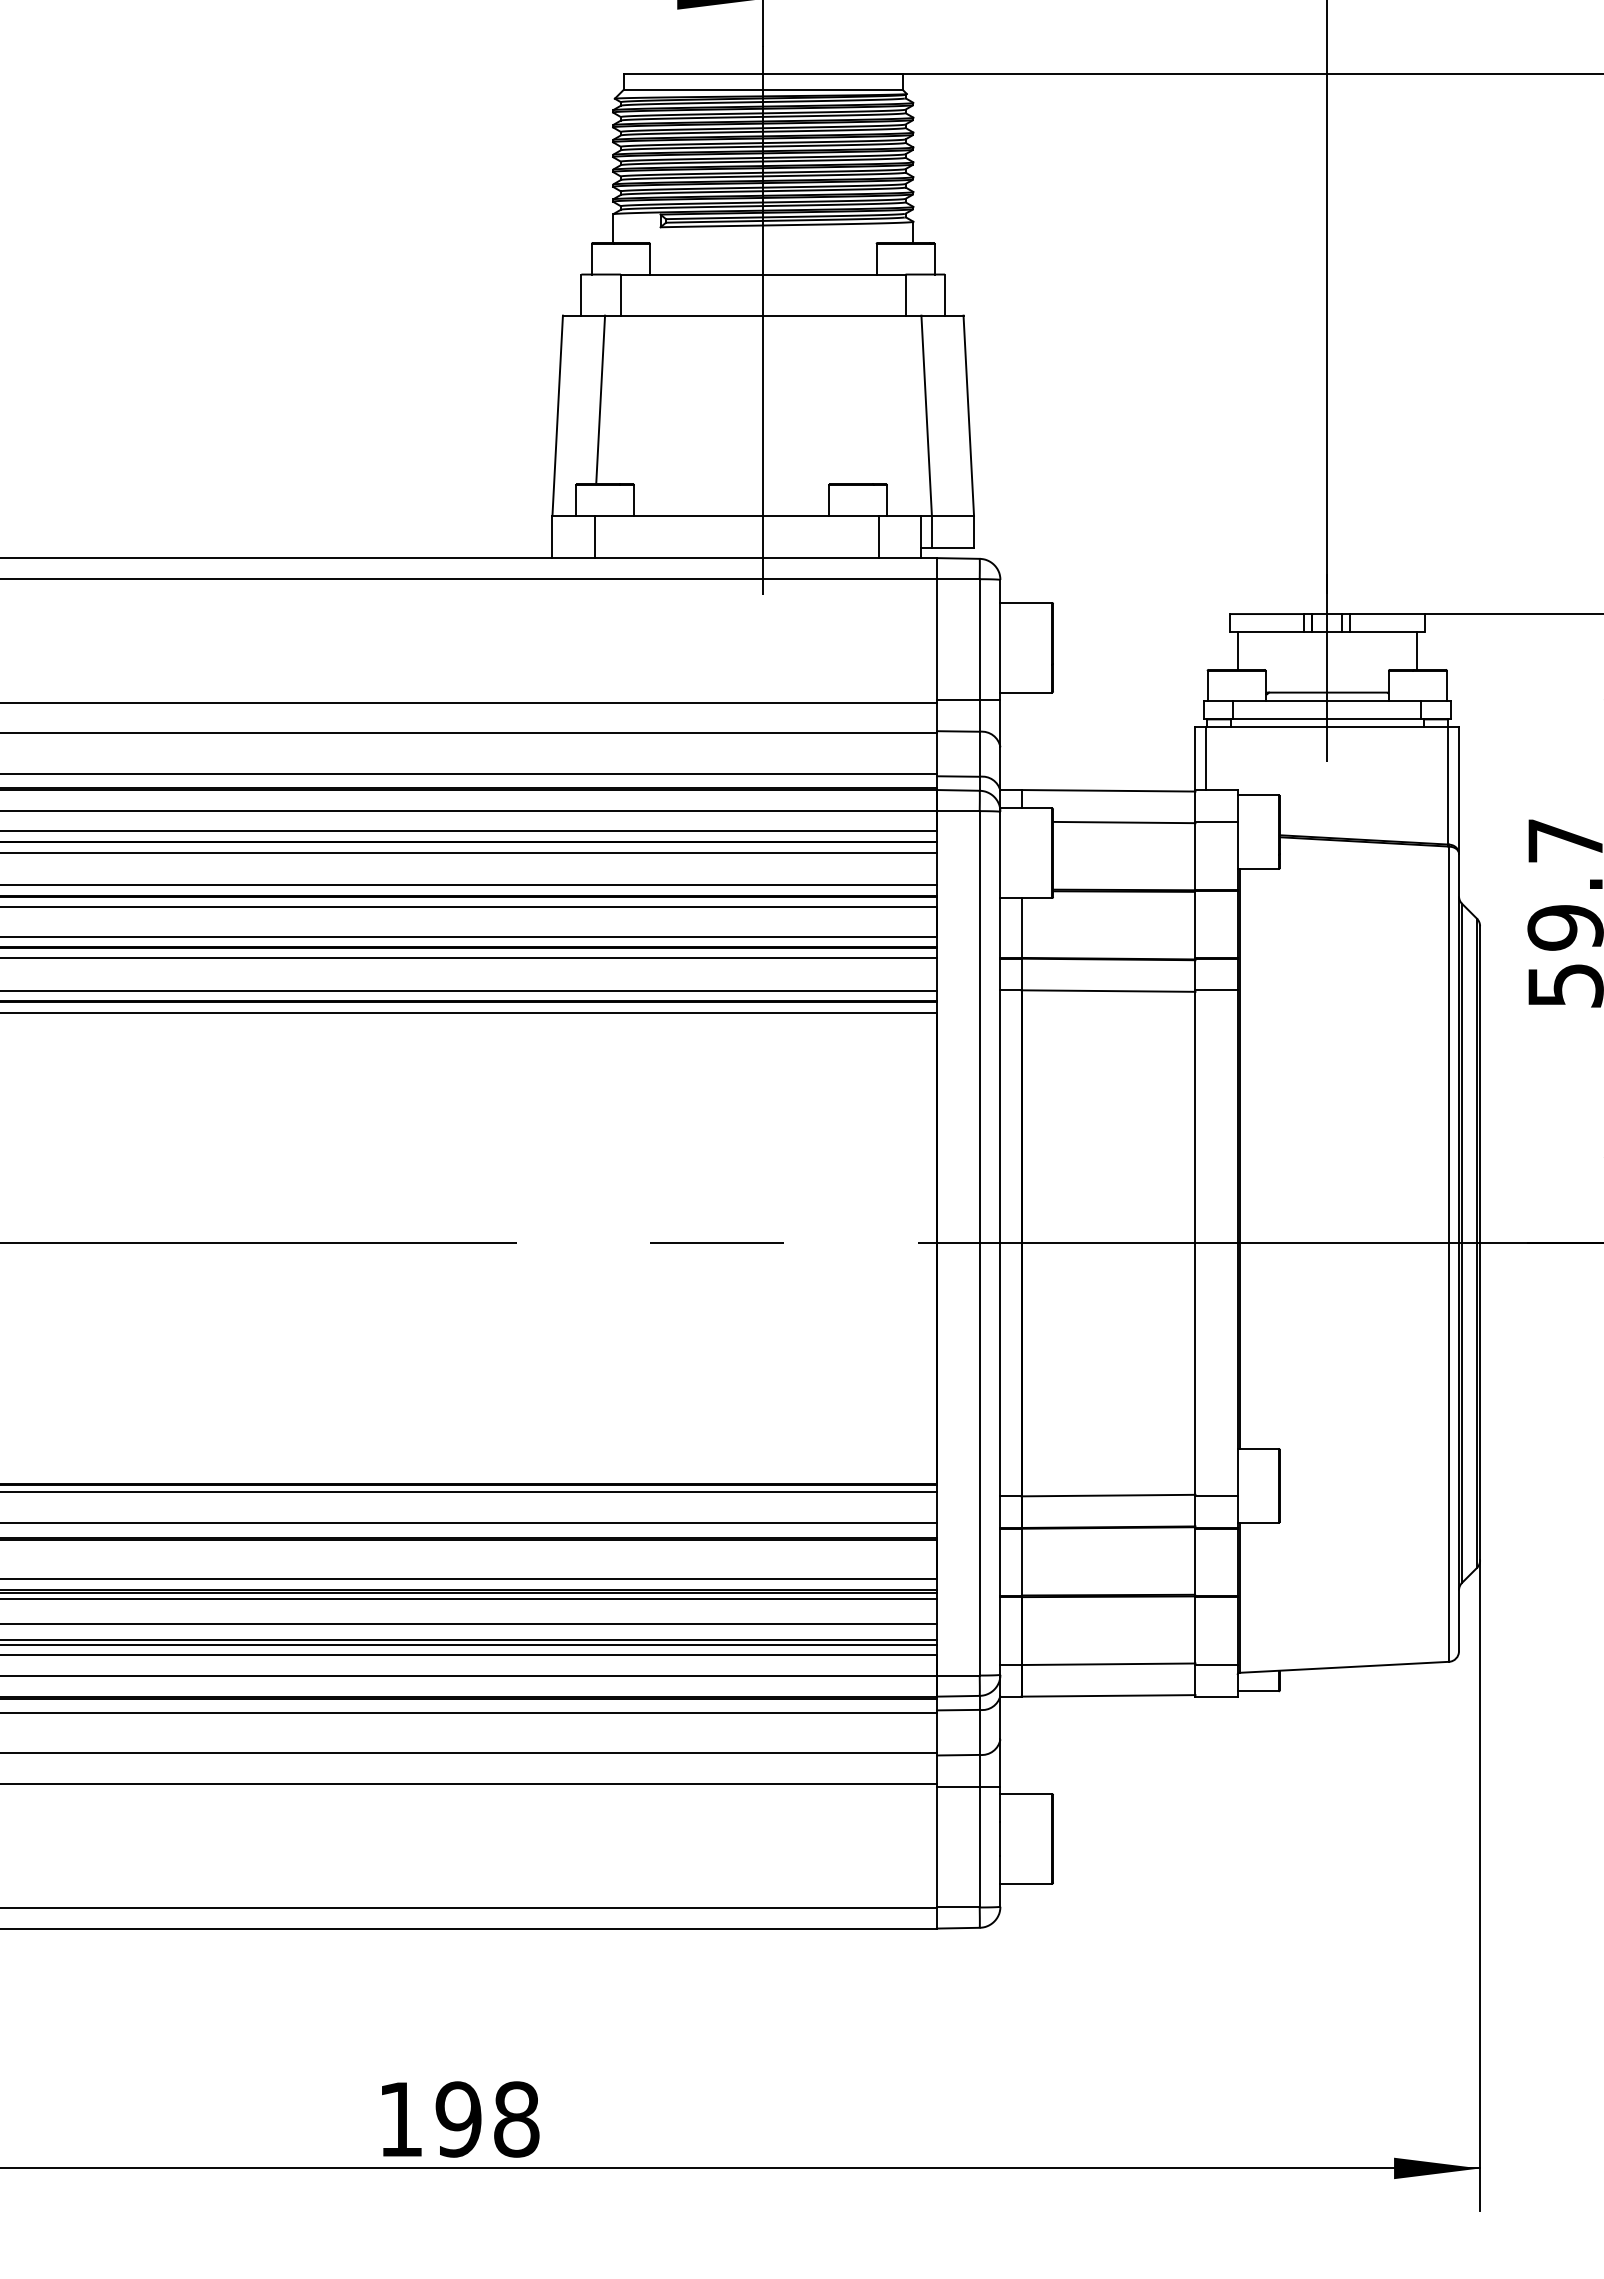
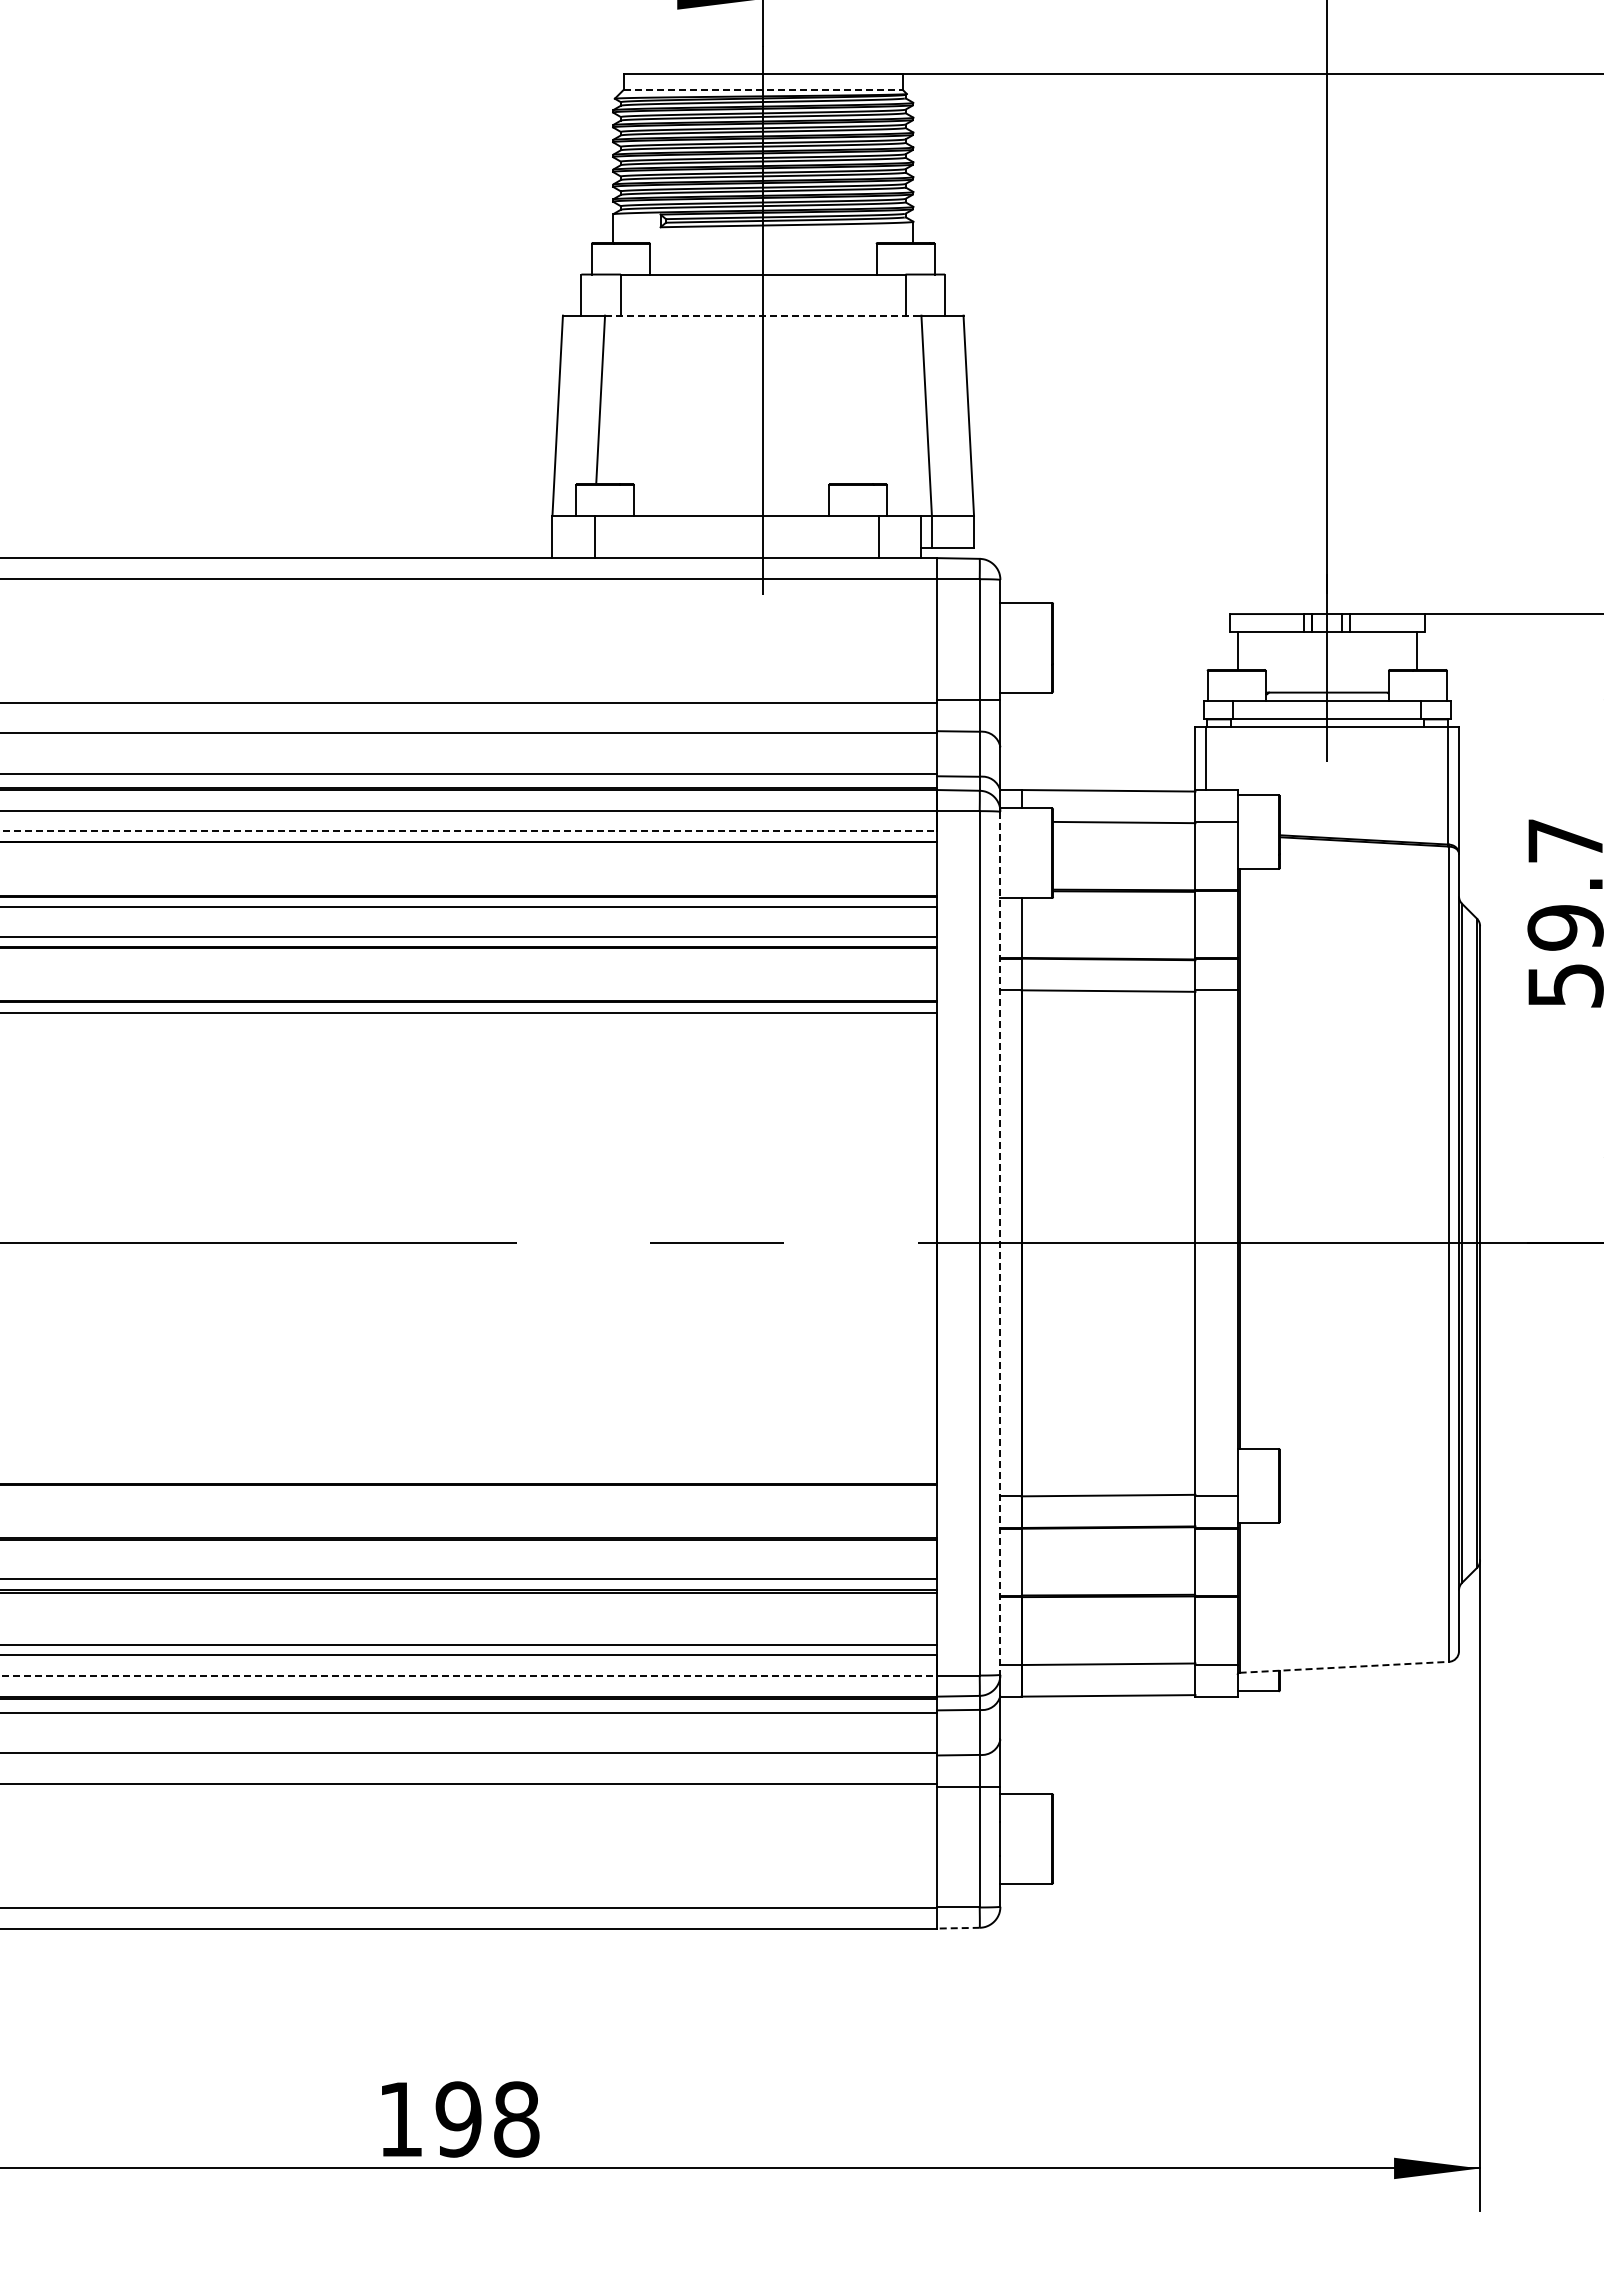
line at (763, 90): solid -> dashed
line at (763, 315): solid -> dashed
line at (469, 831): solid -> dashed
line at (469, 852): present -> none
line at (469, 885): present -> none
line at (469, 958): present -> none
line at (469, 990): present -> none
line at (1000, 1243): solid -> dashed
line at (469, 1492): present -> none
line at (469, 1522): present -> none
line at (469, 1598): present -> none
line at (469, 1623): present -> none
line at (469, 1640): present -> none
line at (1344, 1667): solid -> dashed
line at (469, 1675): solid -> dashed
line at (957, 1928): solid -> dashed
